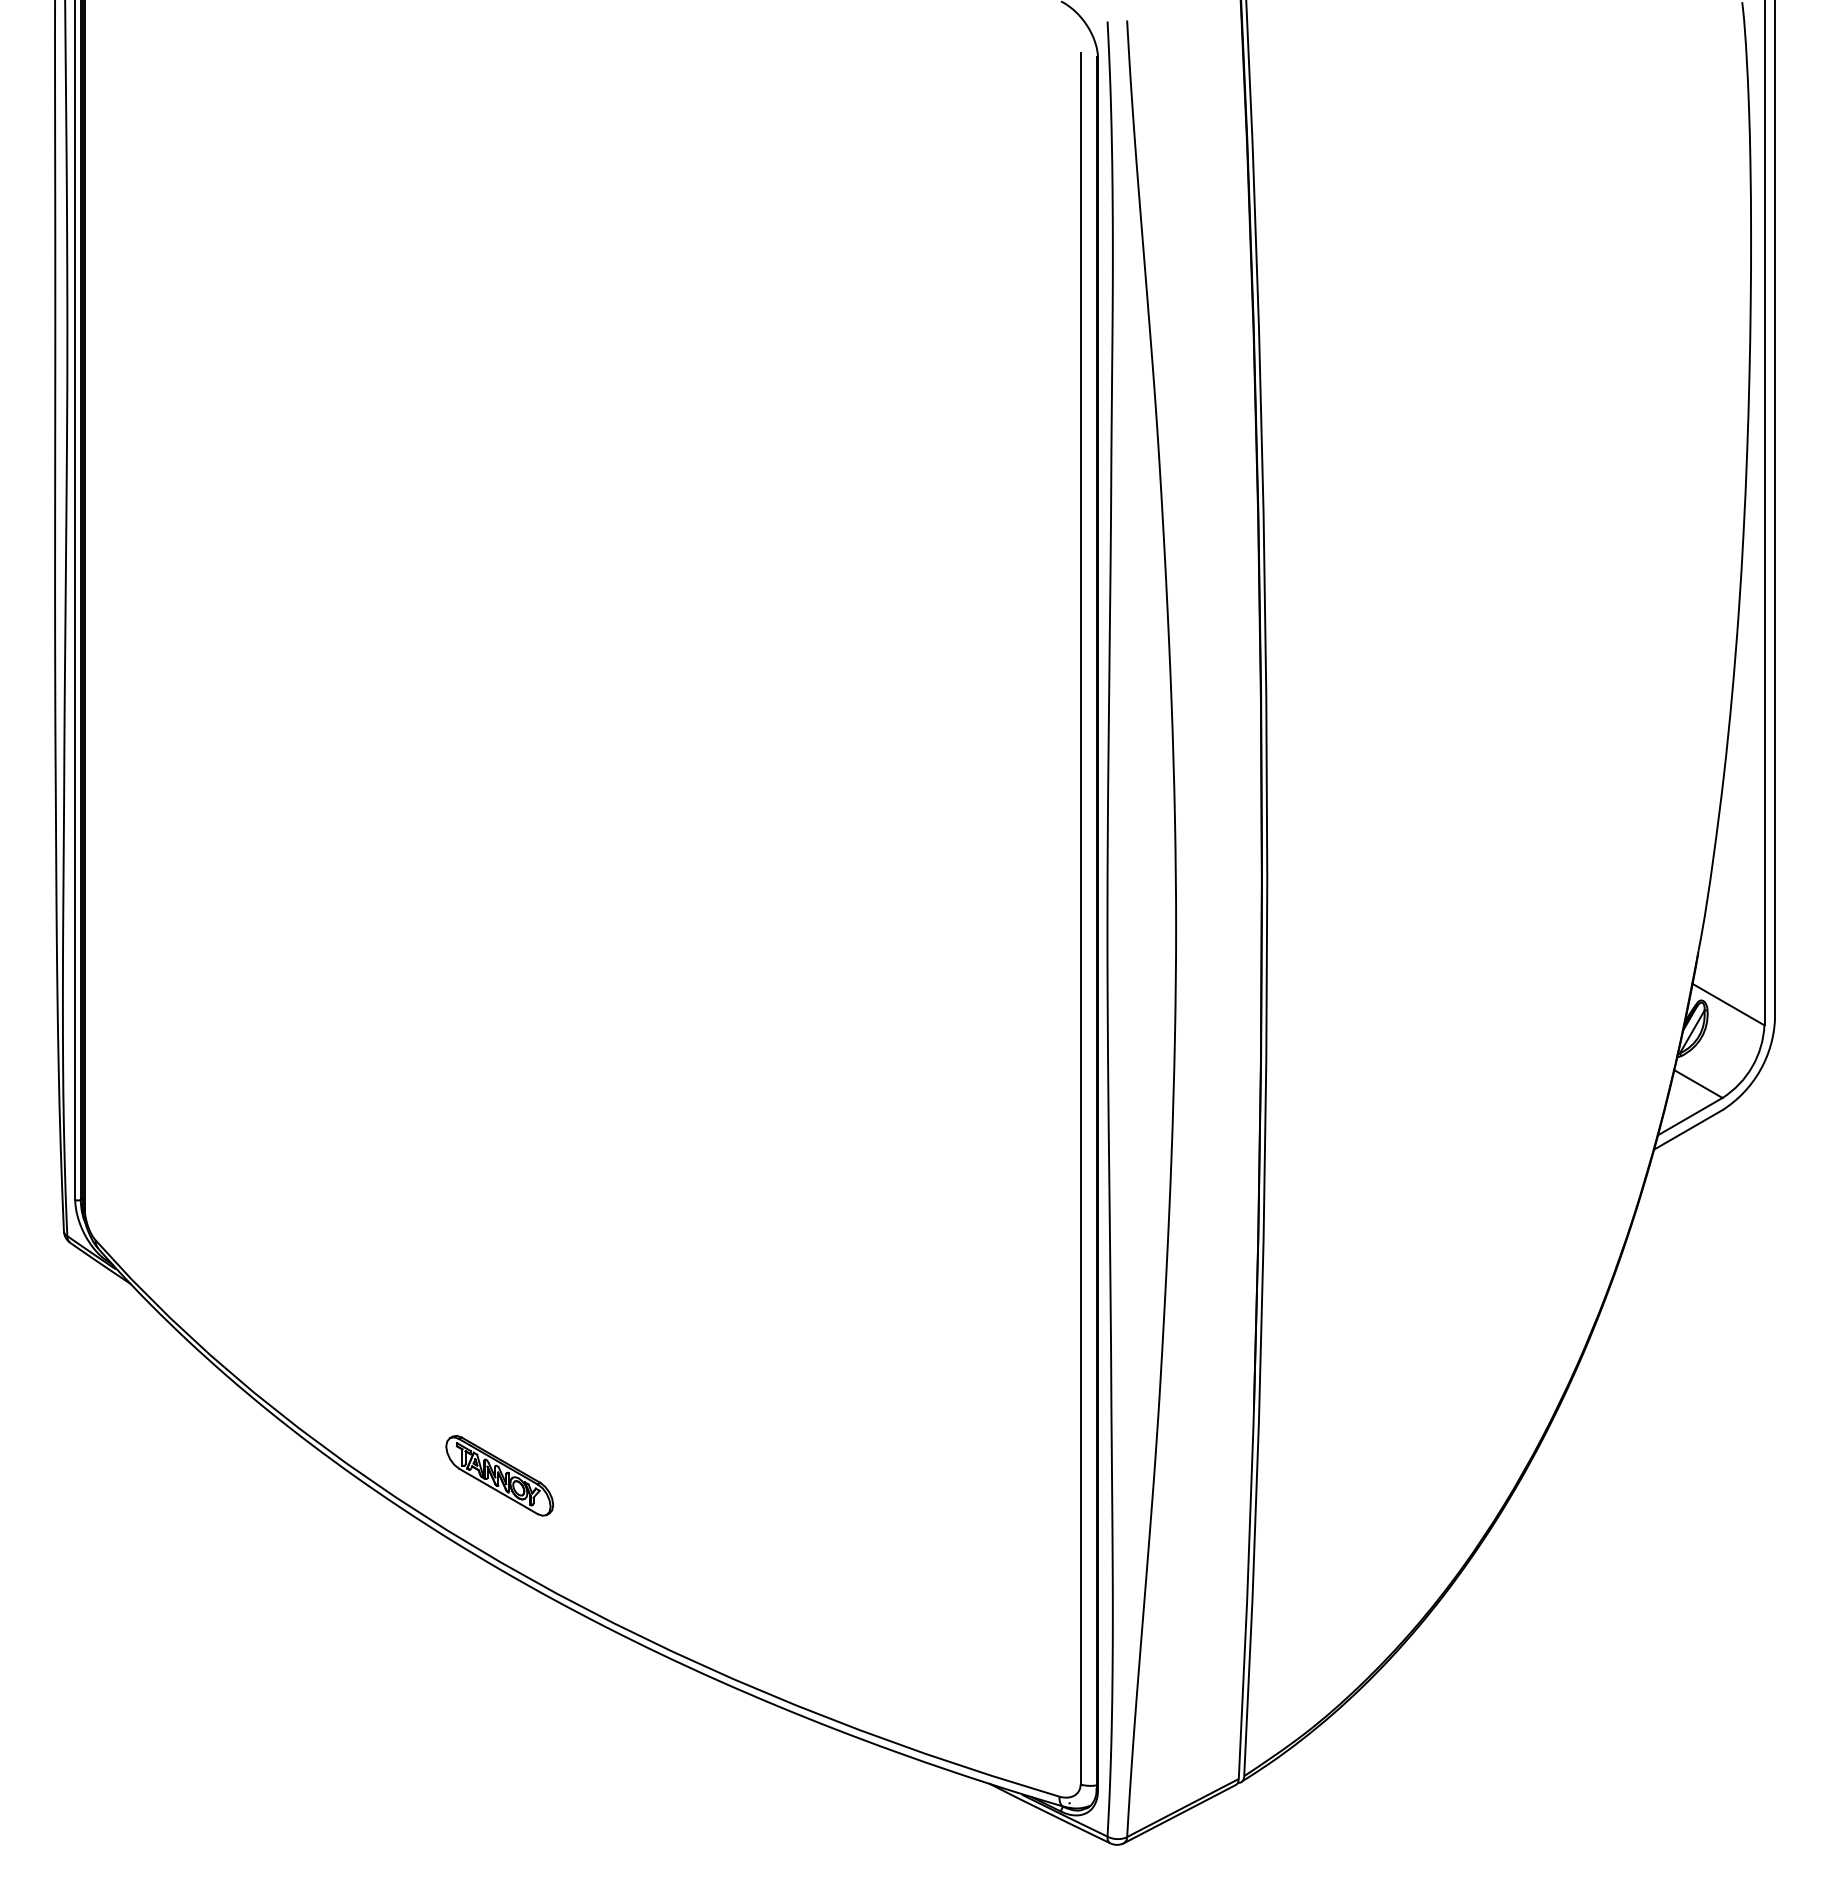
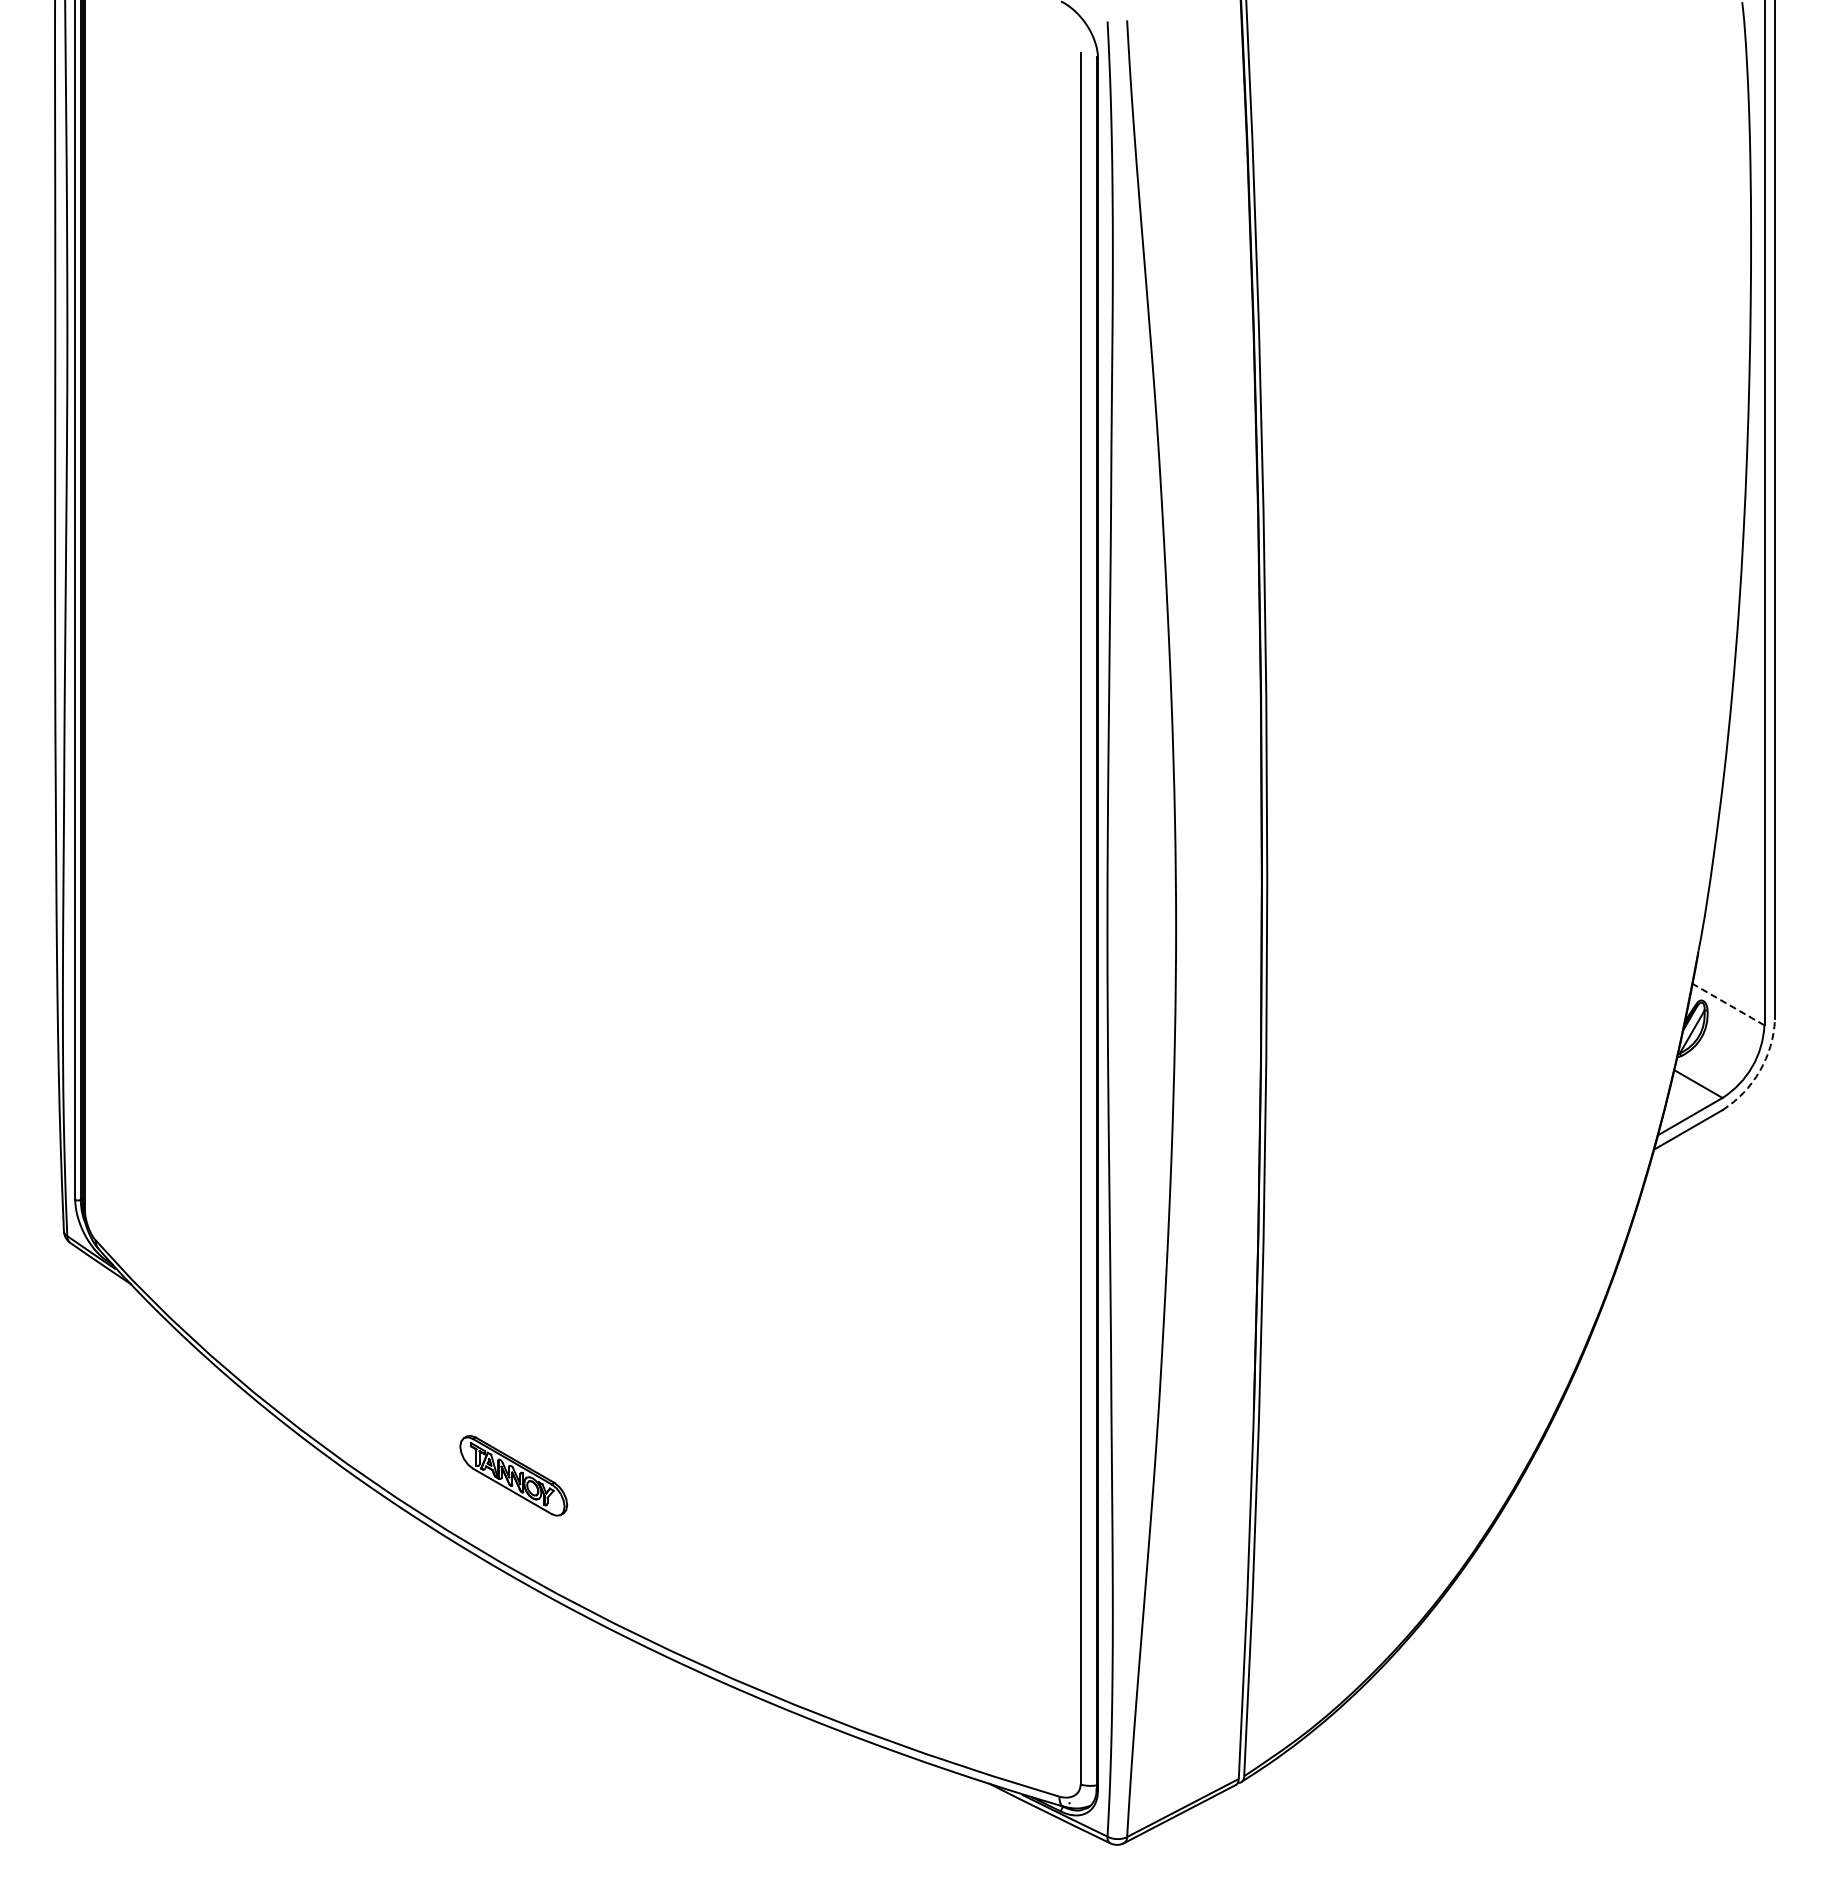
line at (1728, 1004): solid -> dashed
arc at (1759, 1071): solid -> dashed
part at (499, 1475) position: (499, 1475) -> (513, 1475)
